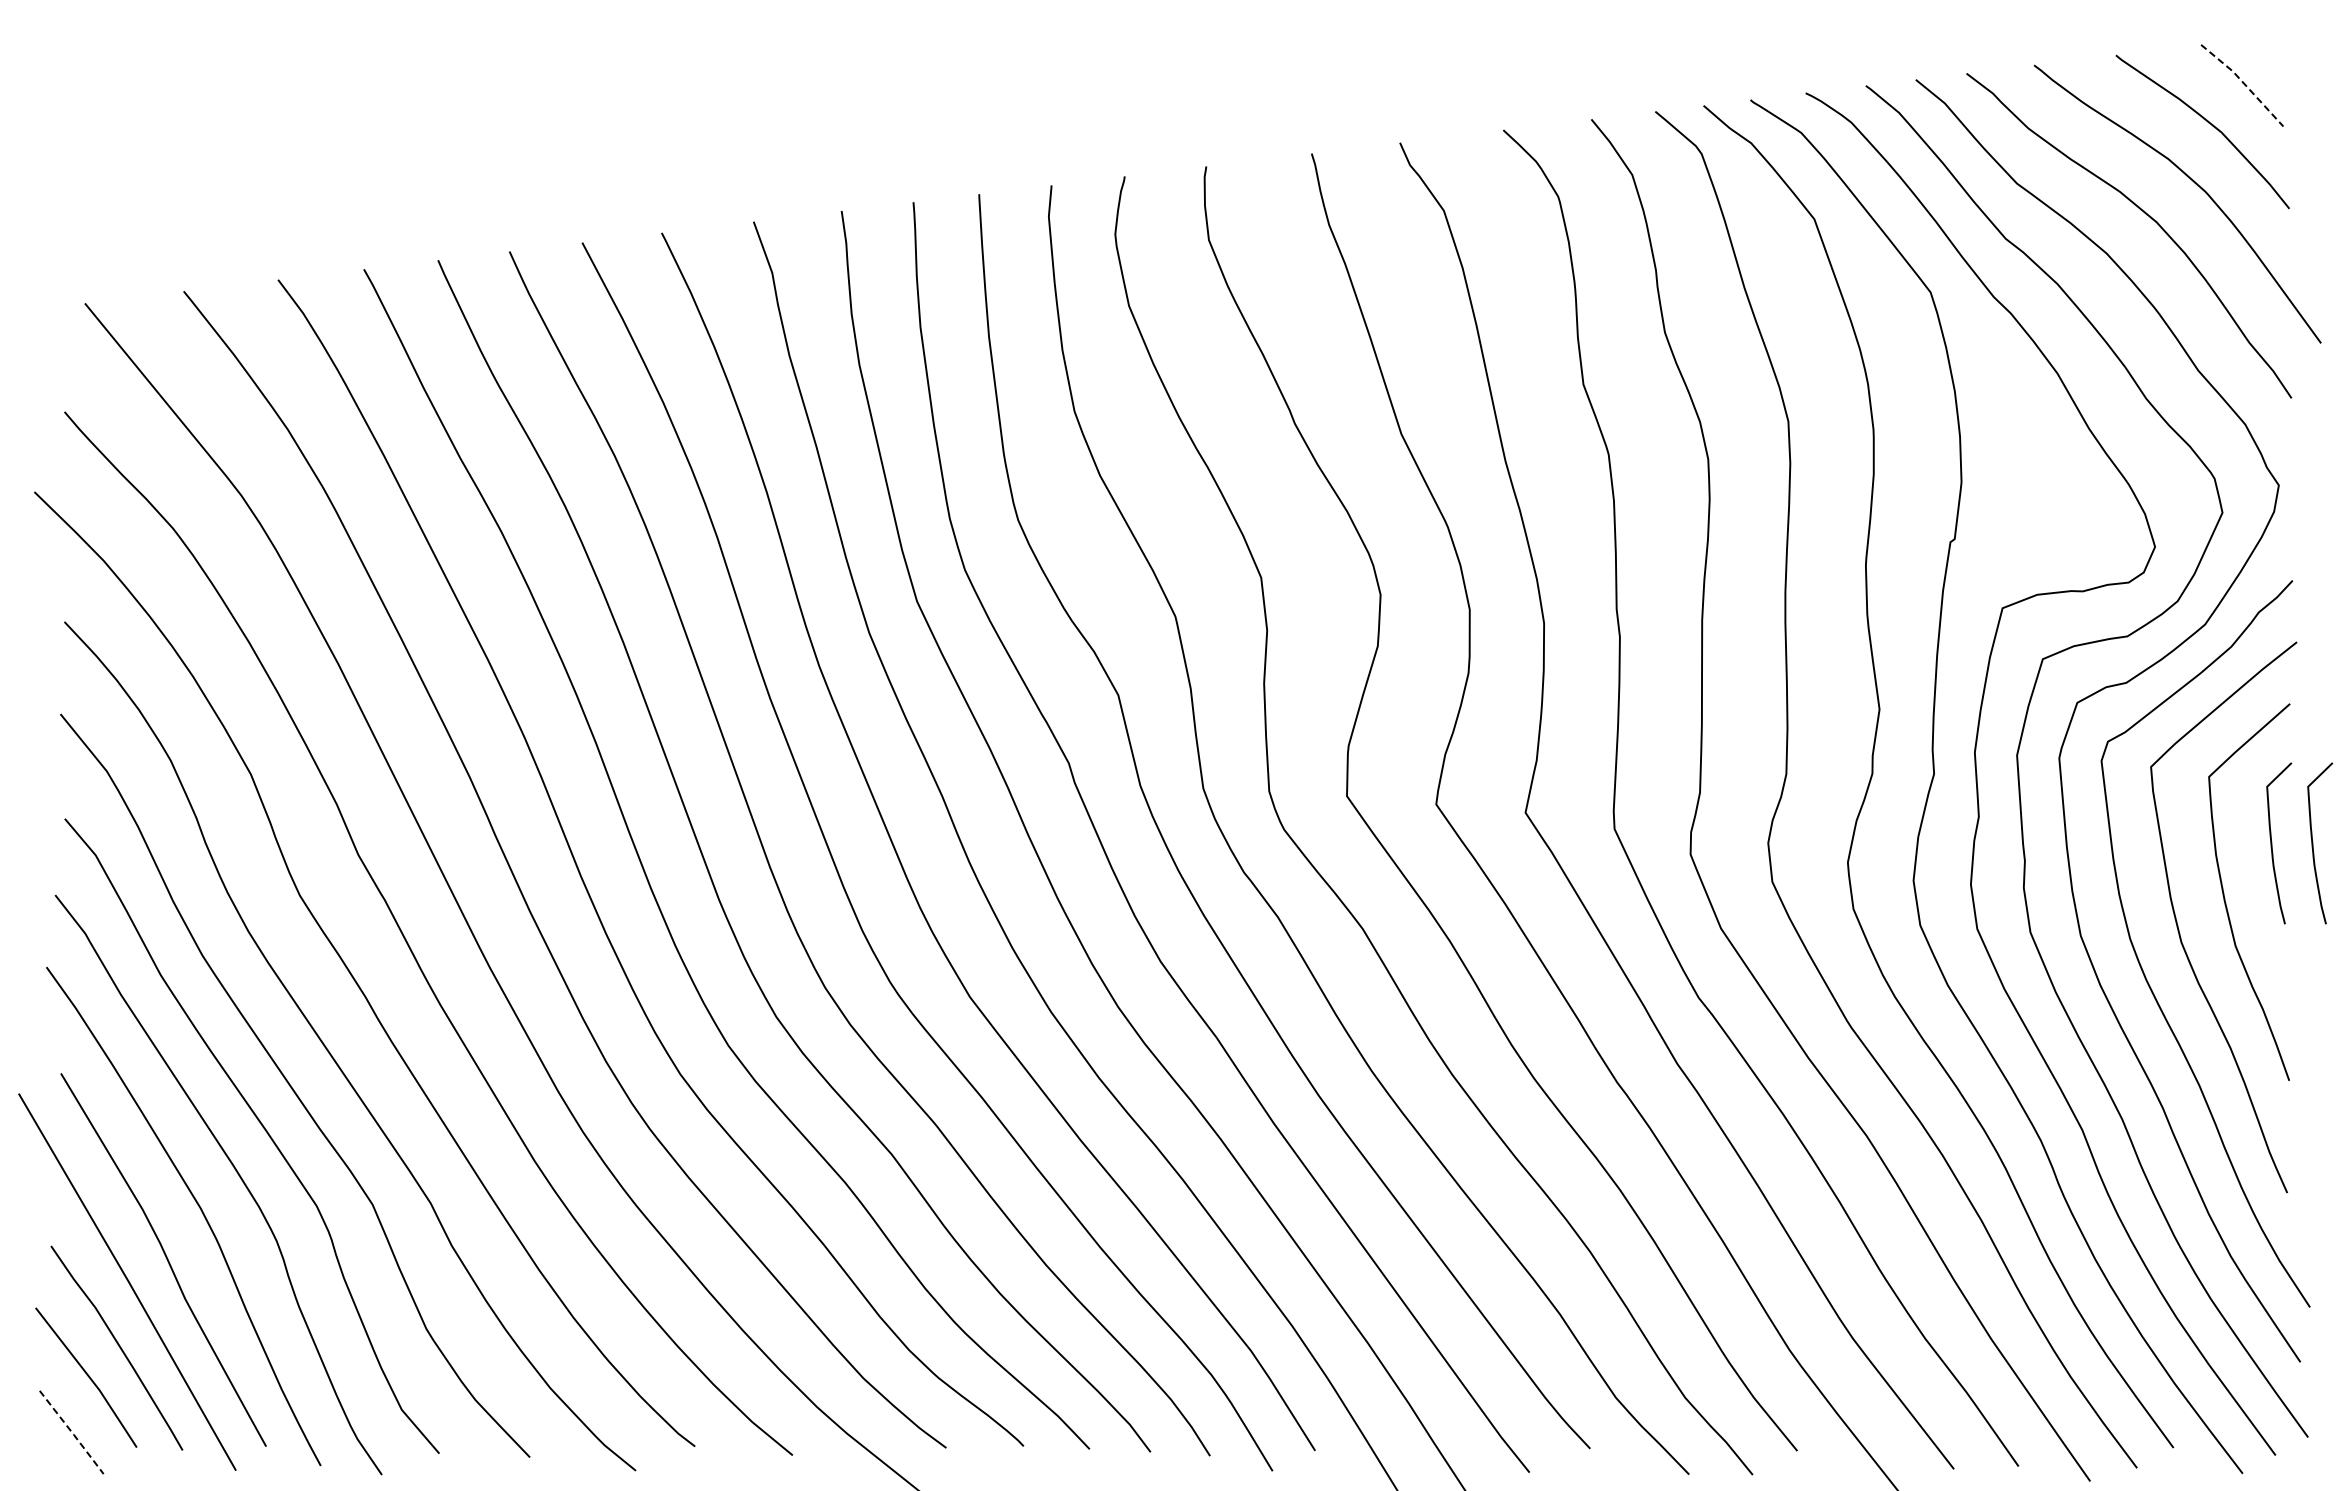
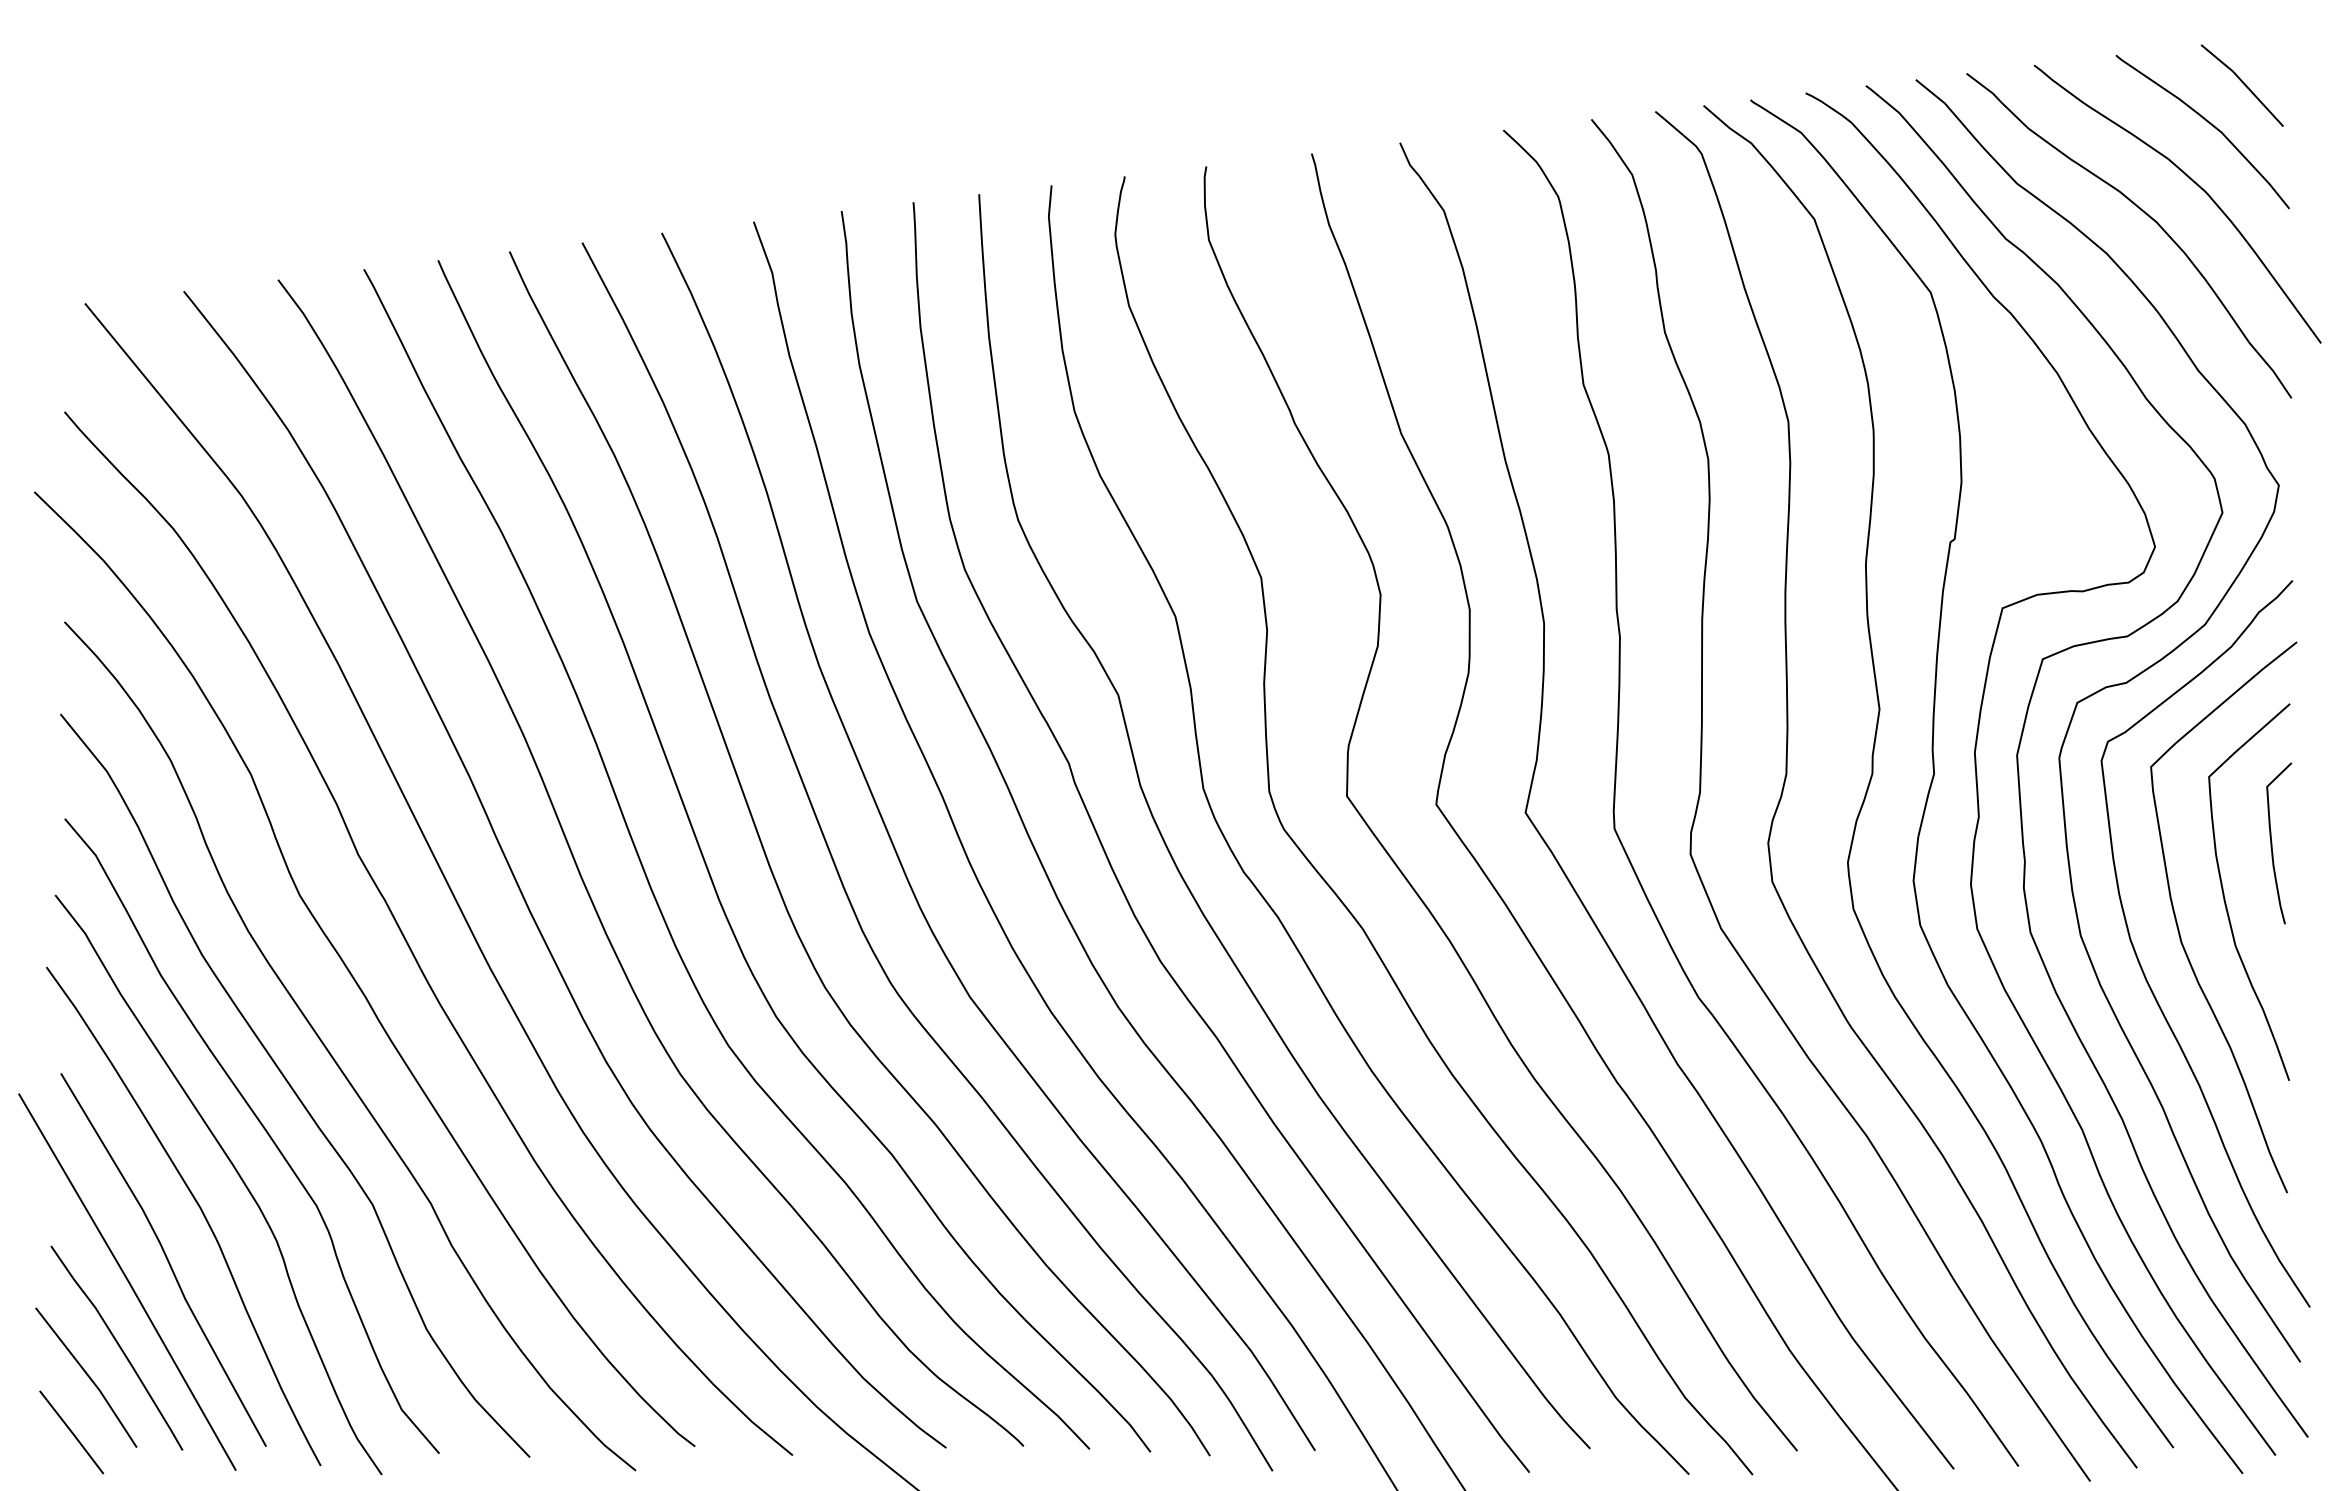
line at (2243, 83): dashed -> solid
curve at (2313, 843): present -> none
line at (72, 1432): dashed -> solid
